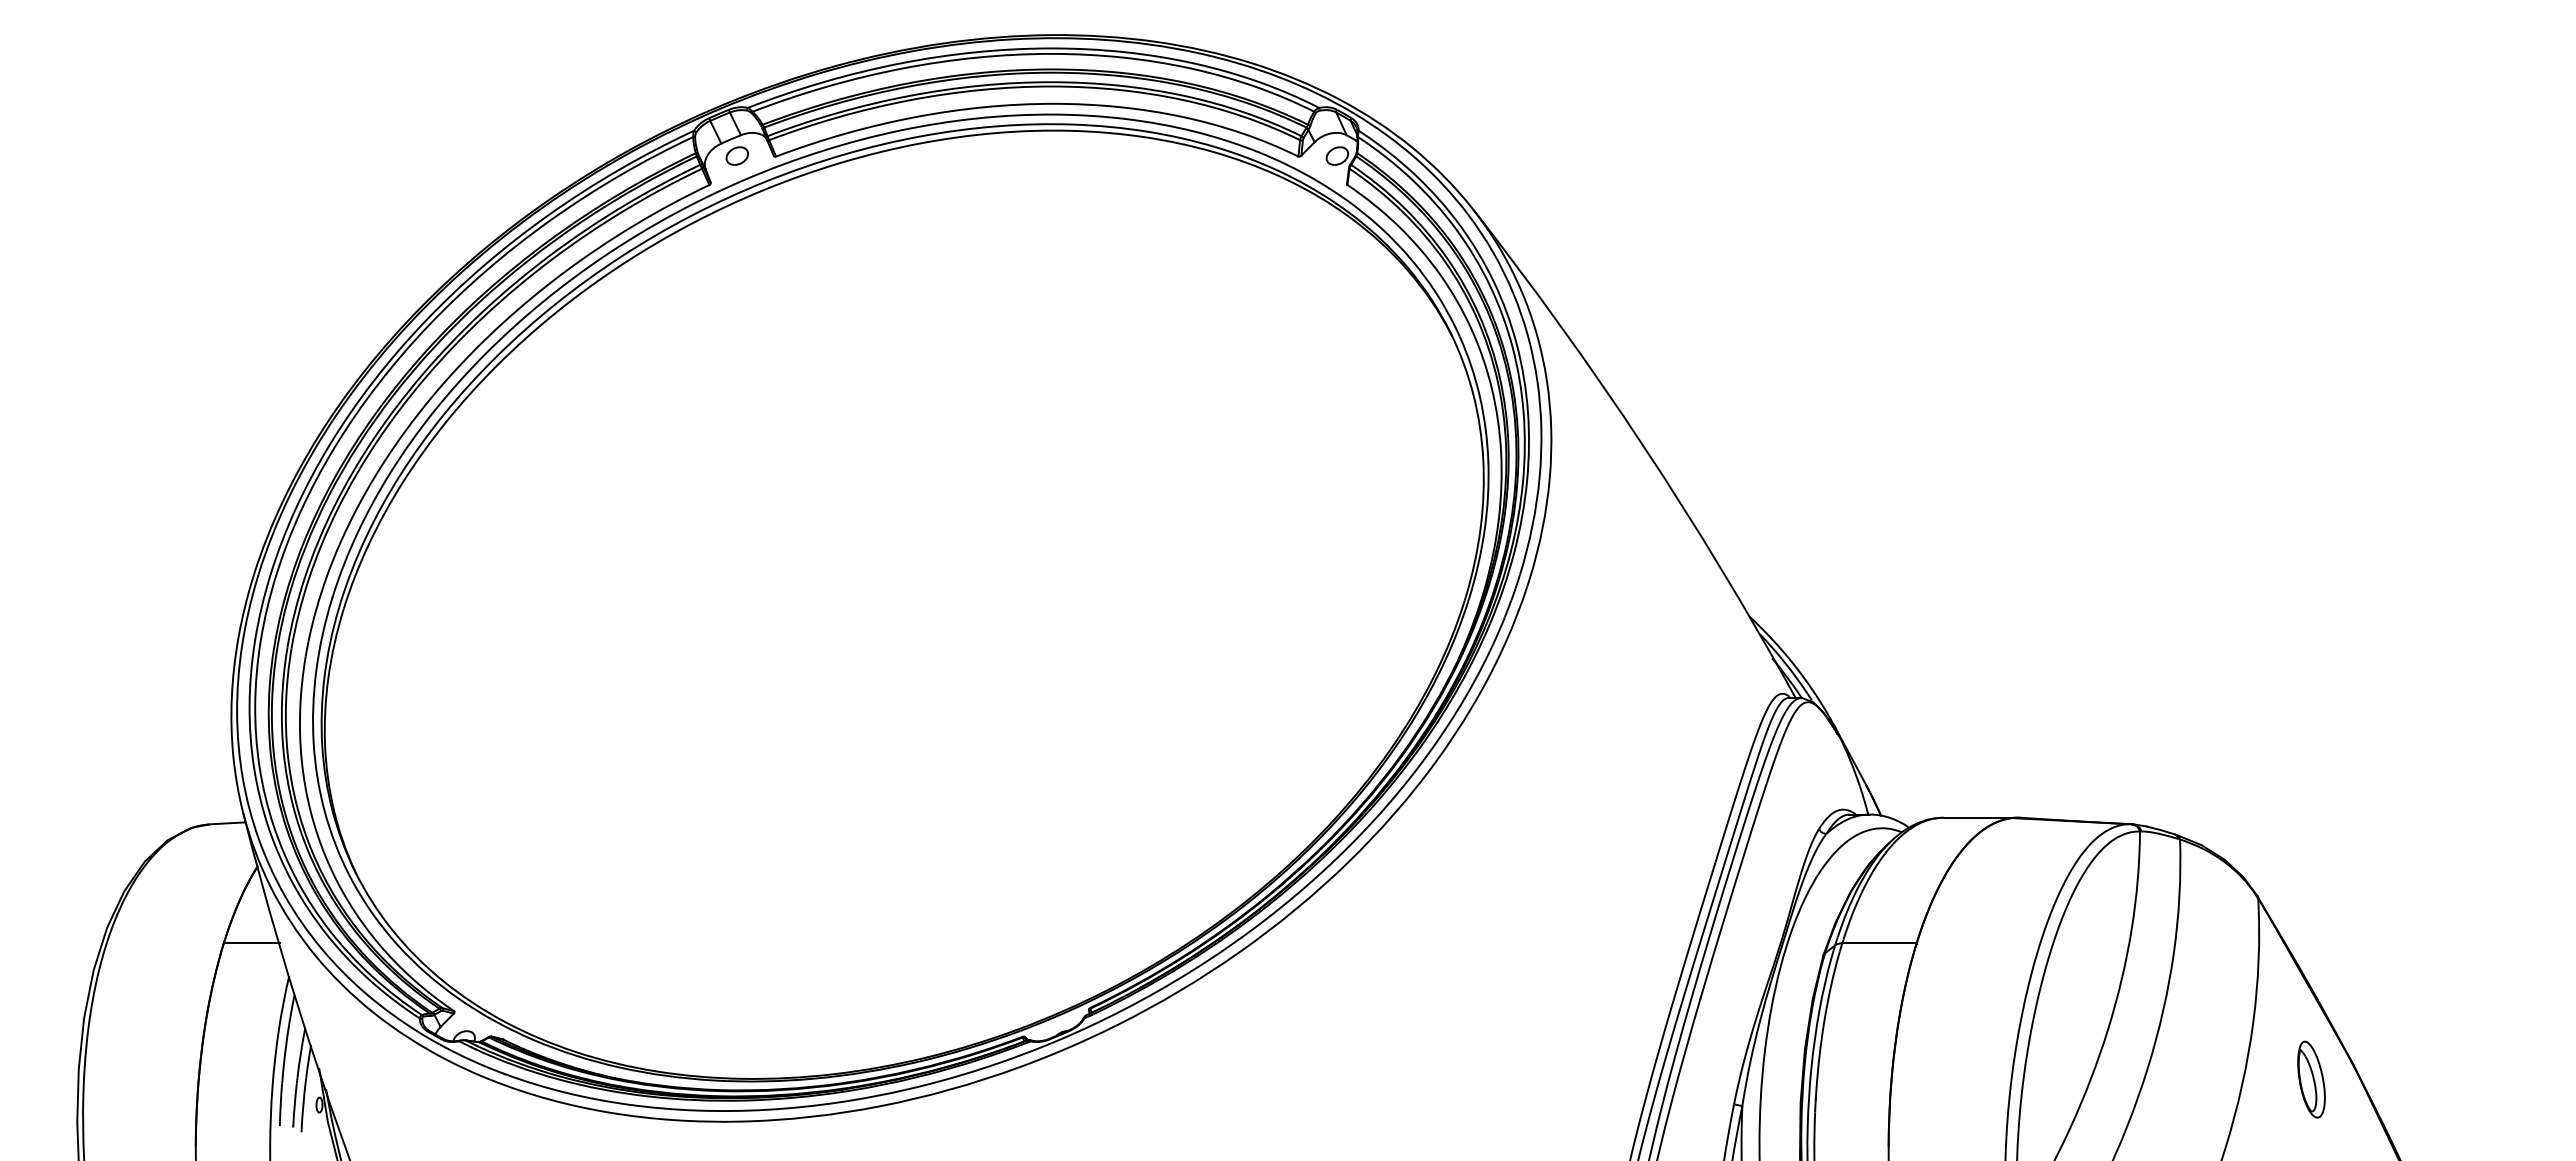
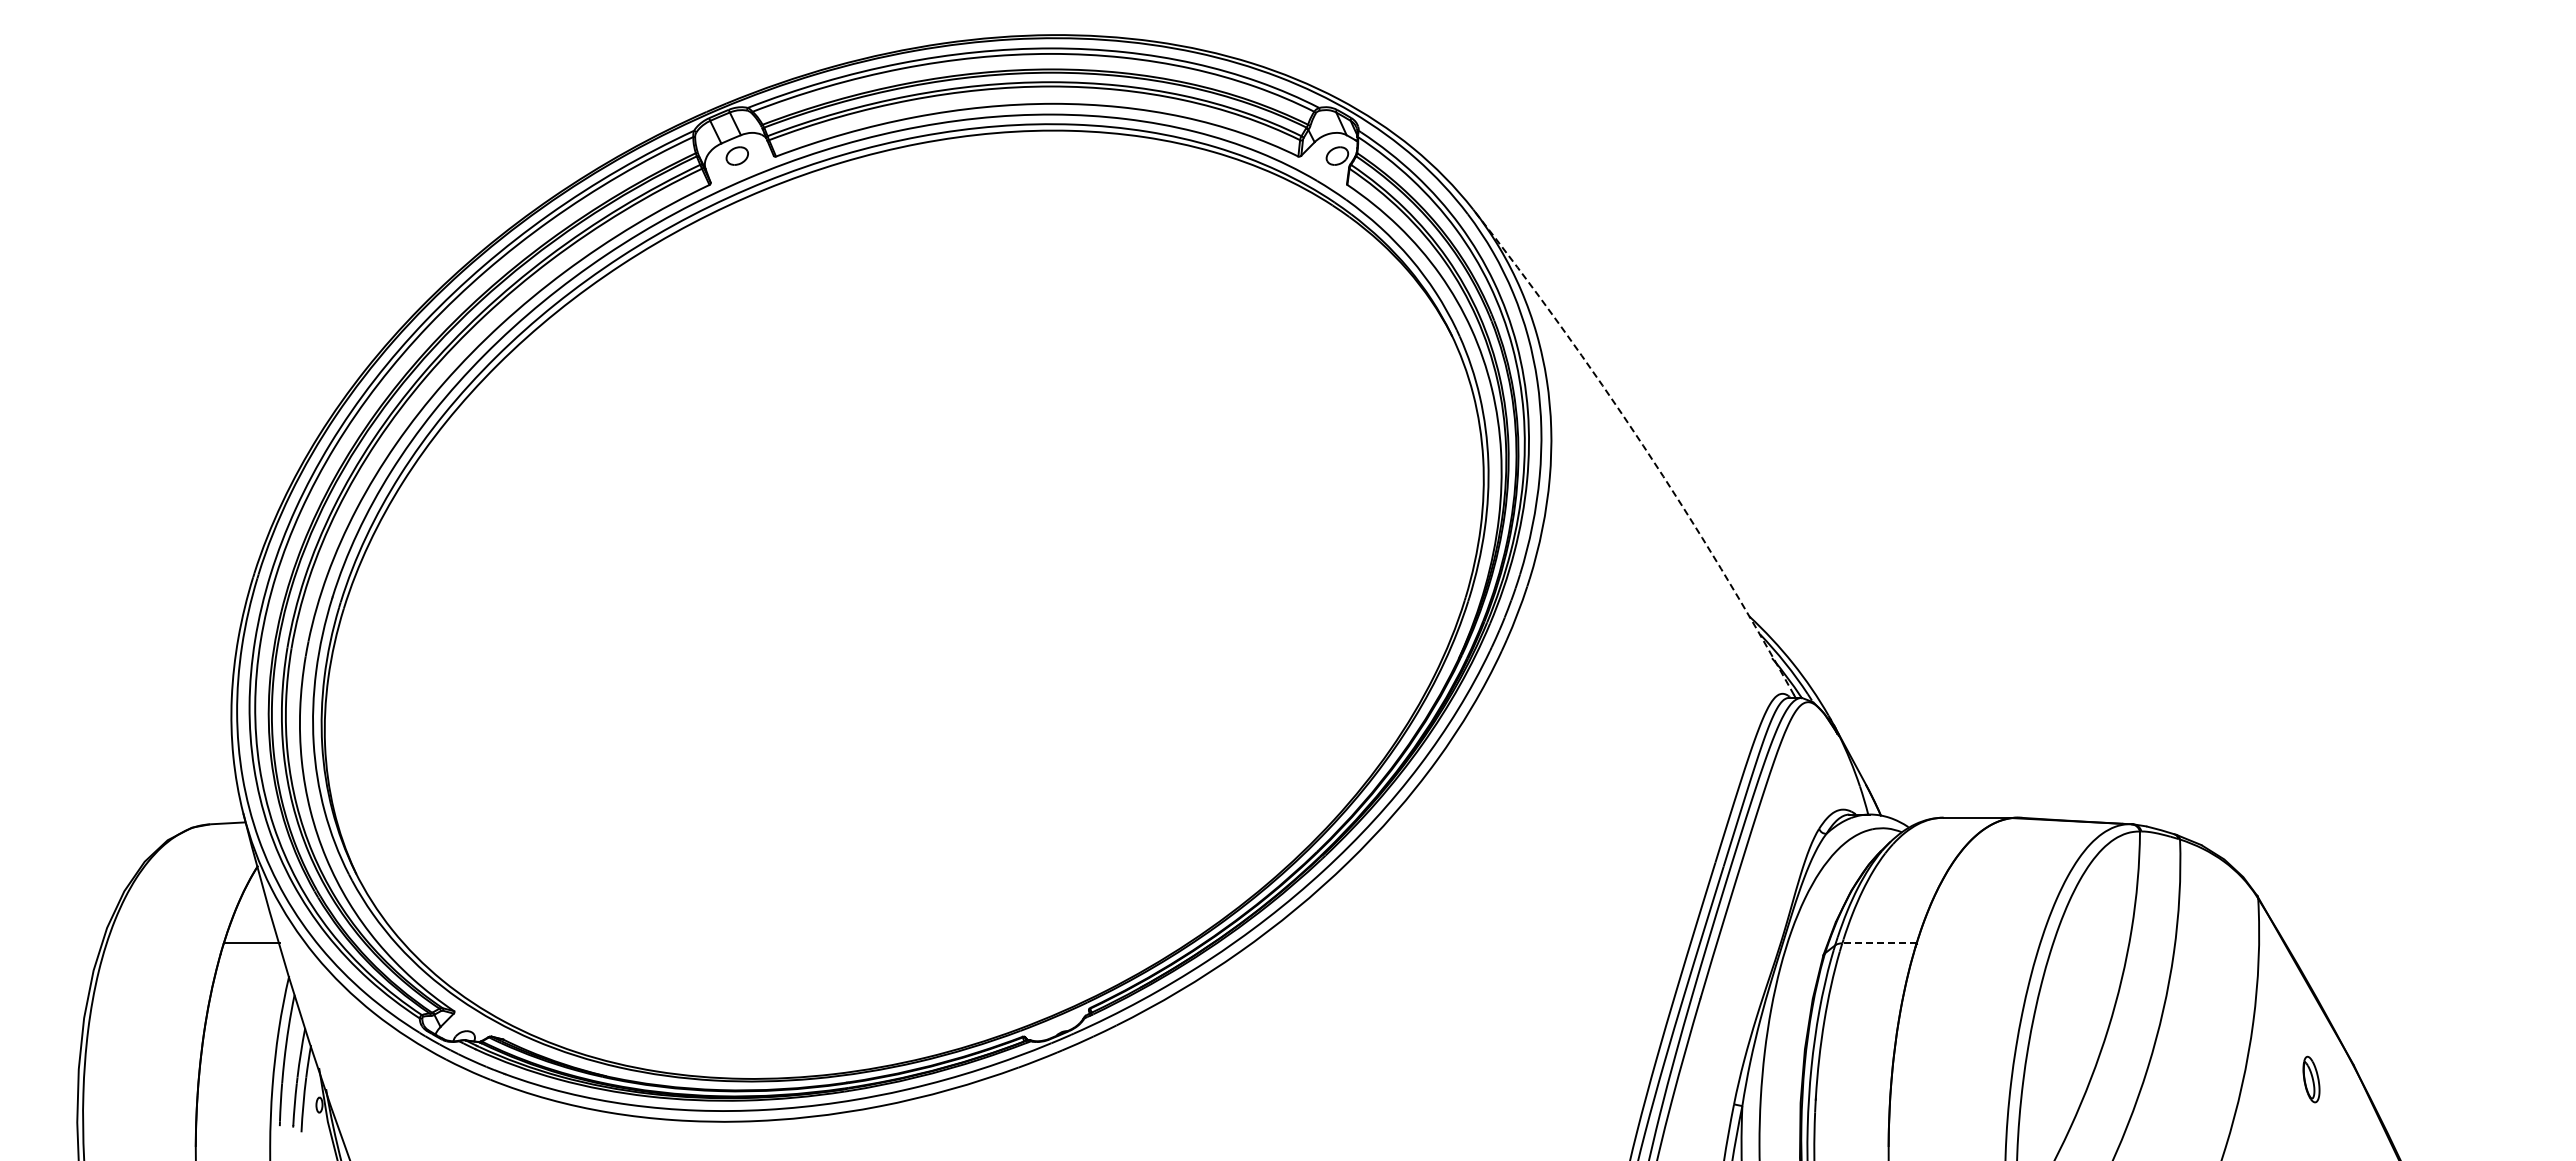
arc at (1643, 445): solid -> dashed
line at (1879, 943): solid -> dashed
part at (2311, 1079) size: 29x79 px -> 19x49 px
